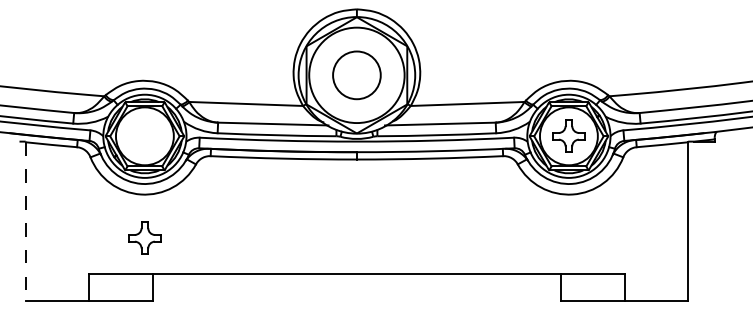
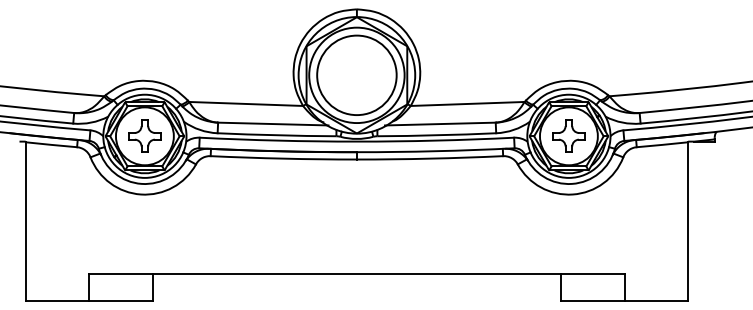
circle at (356, 75) diameter: 48 px -> 80 px
line at (25, 221): dashed -> solid
part at (144, 237) position: (144, 237) -> (144, 135)
